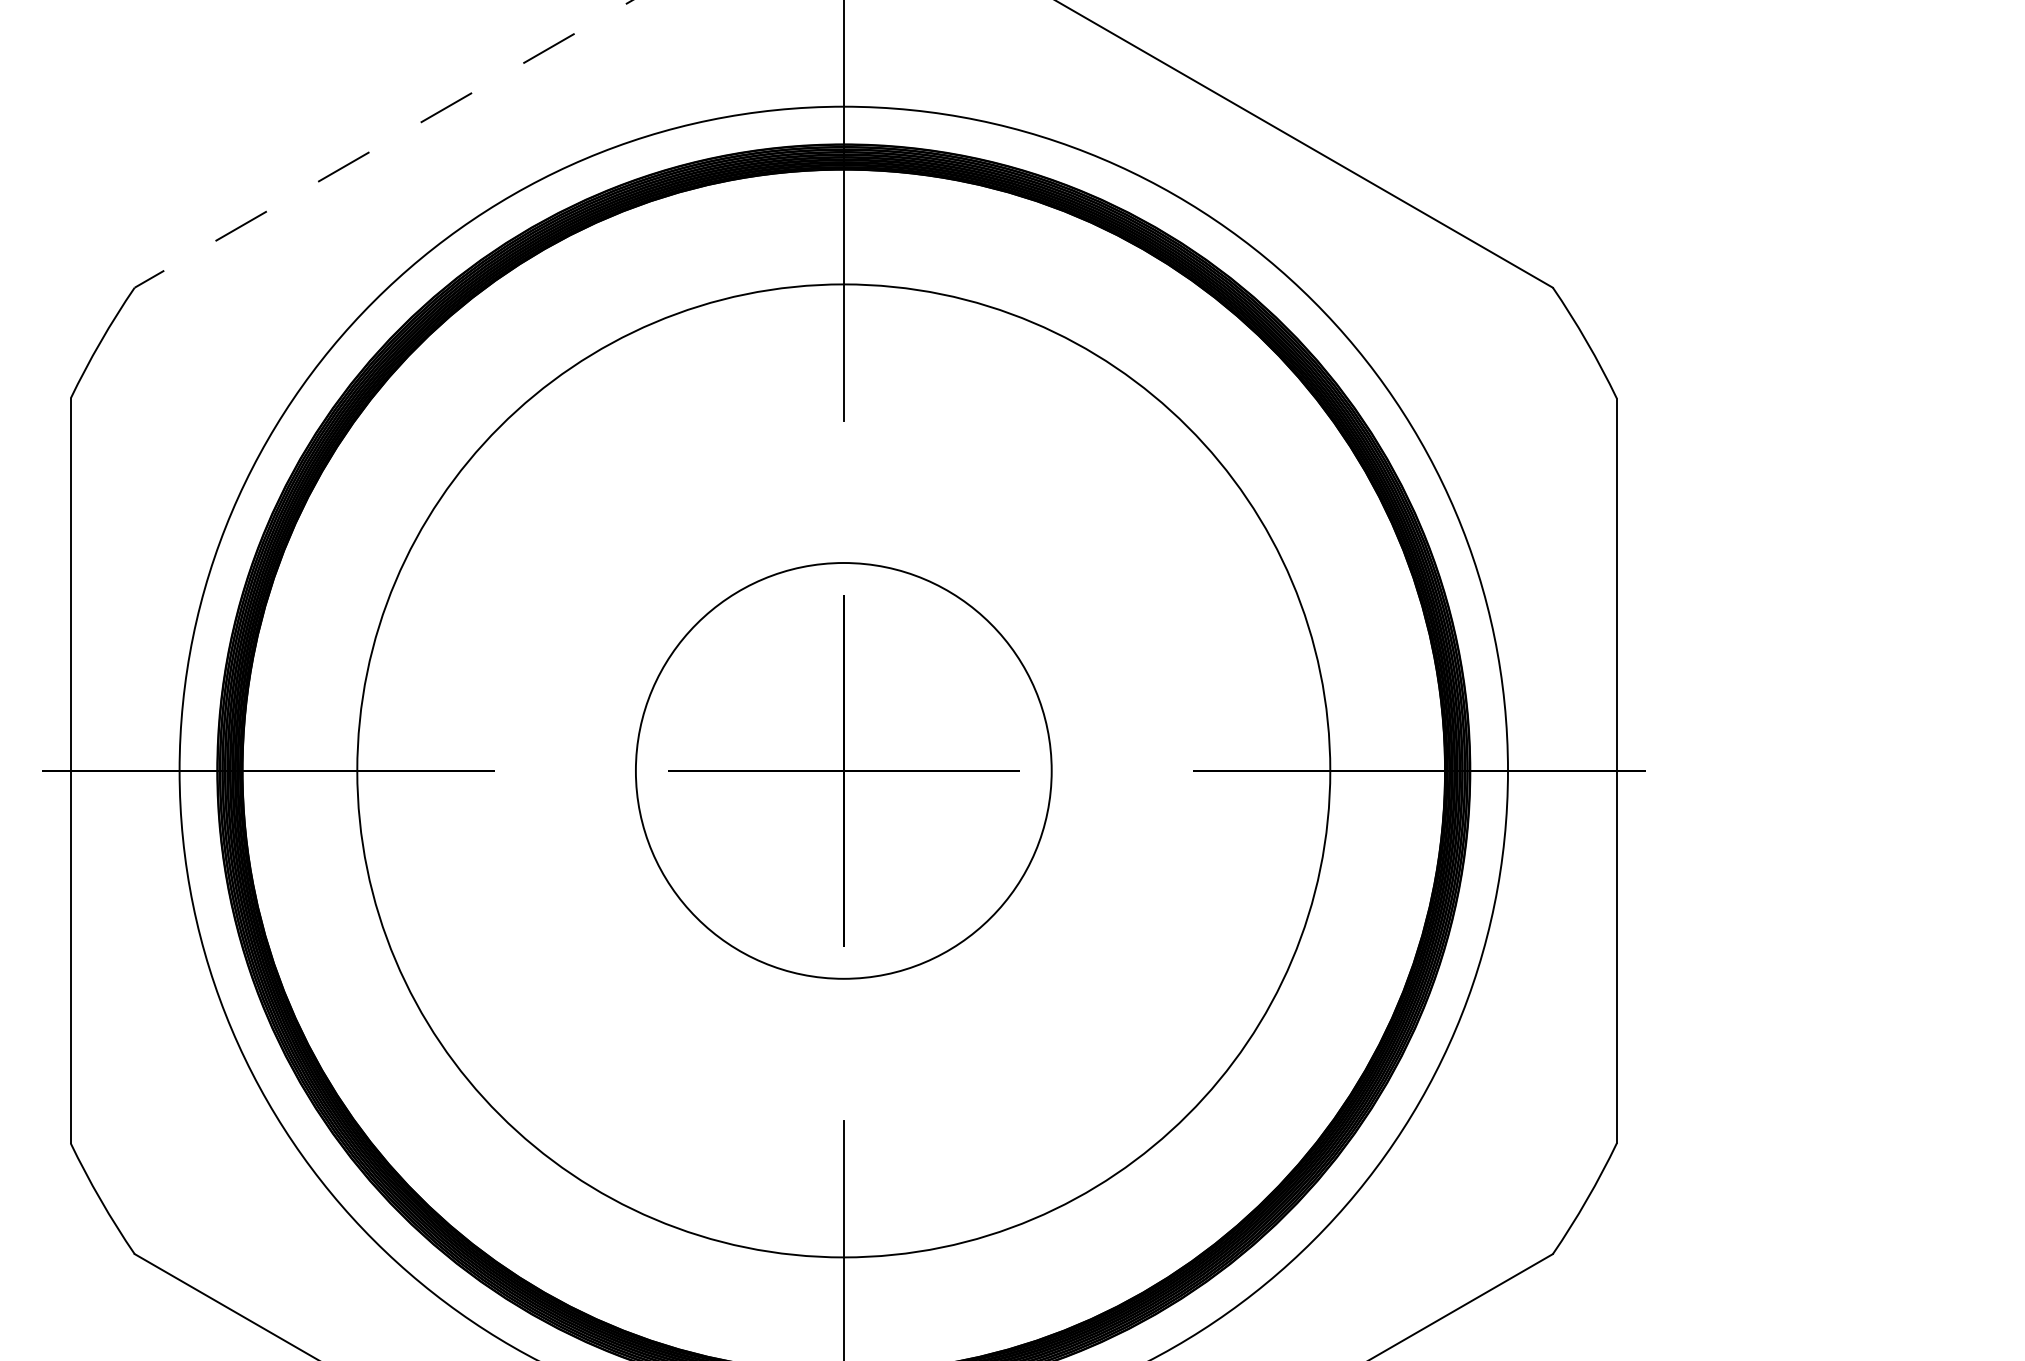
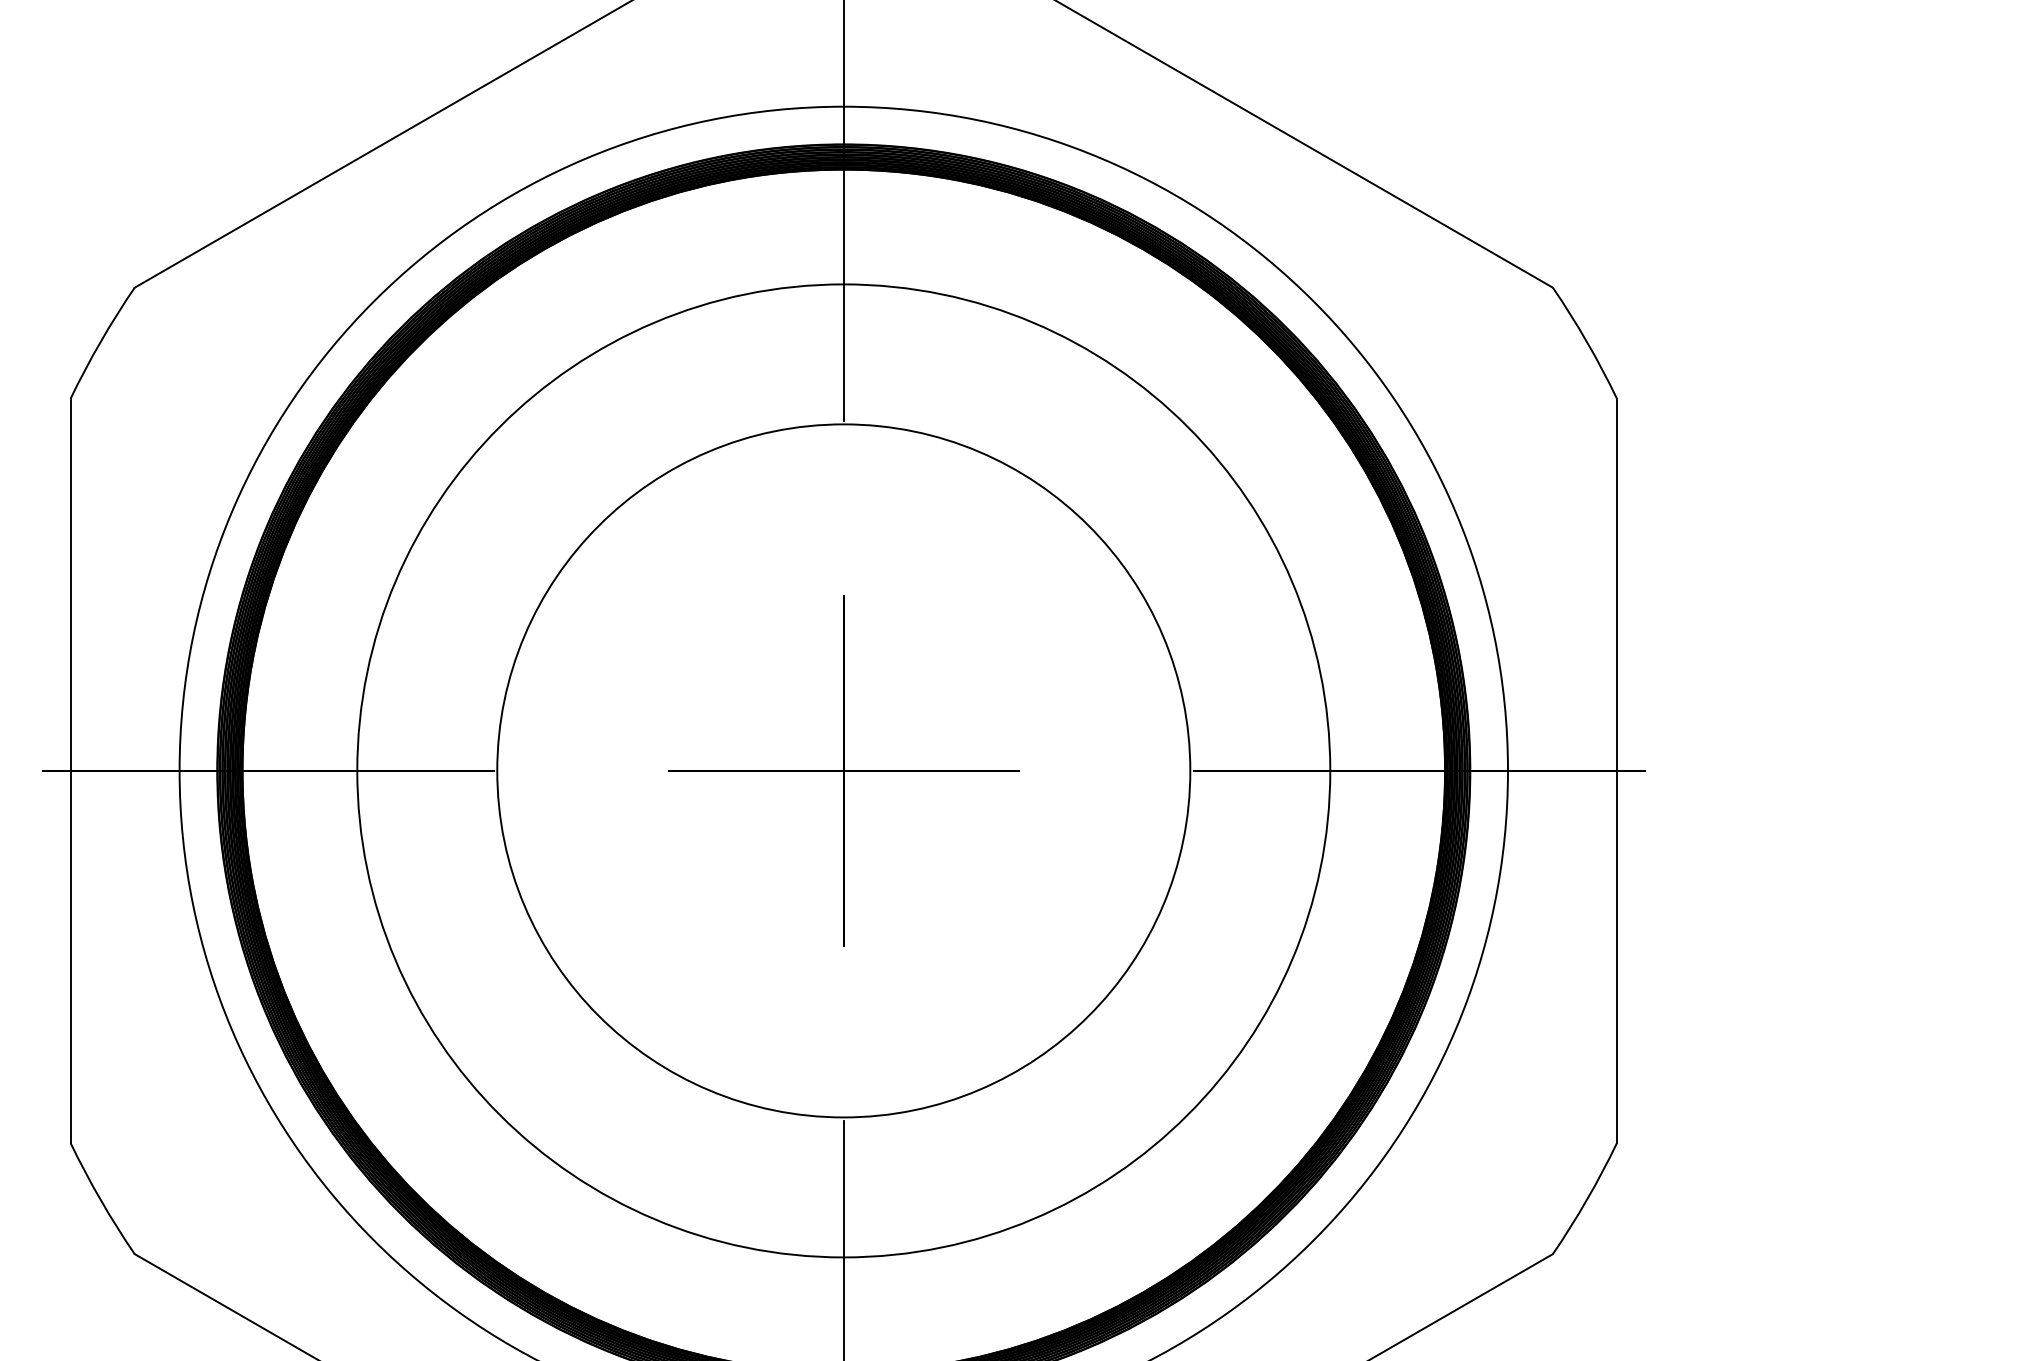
line at (383, 144): dashed -> solid
circle at (843, 770) diameter: 416 px -> 693 px
